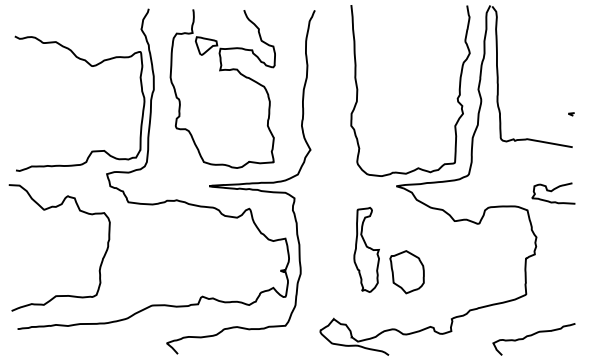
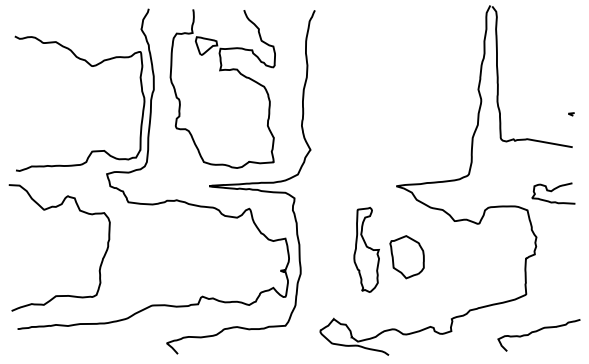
curve at (456, 98): present -> none
part at (406, 272) position: (406, 272) -> (406, 257)
curve at (531, 336) position: (531, 336) -> (536, 332)
